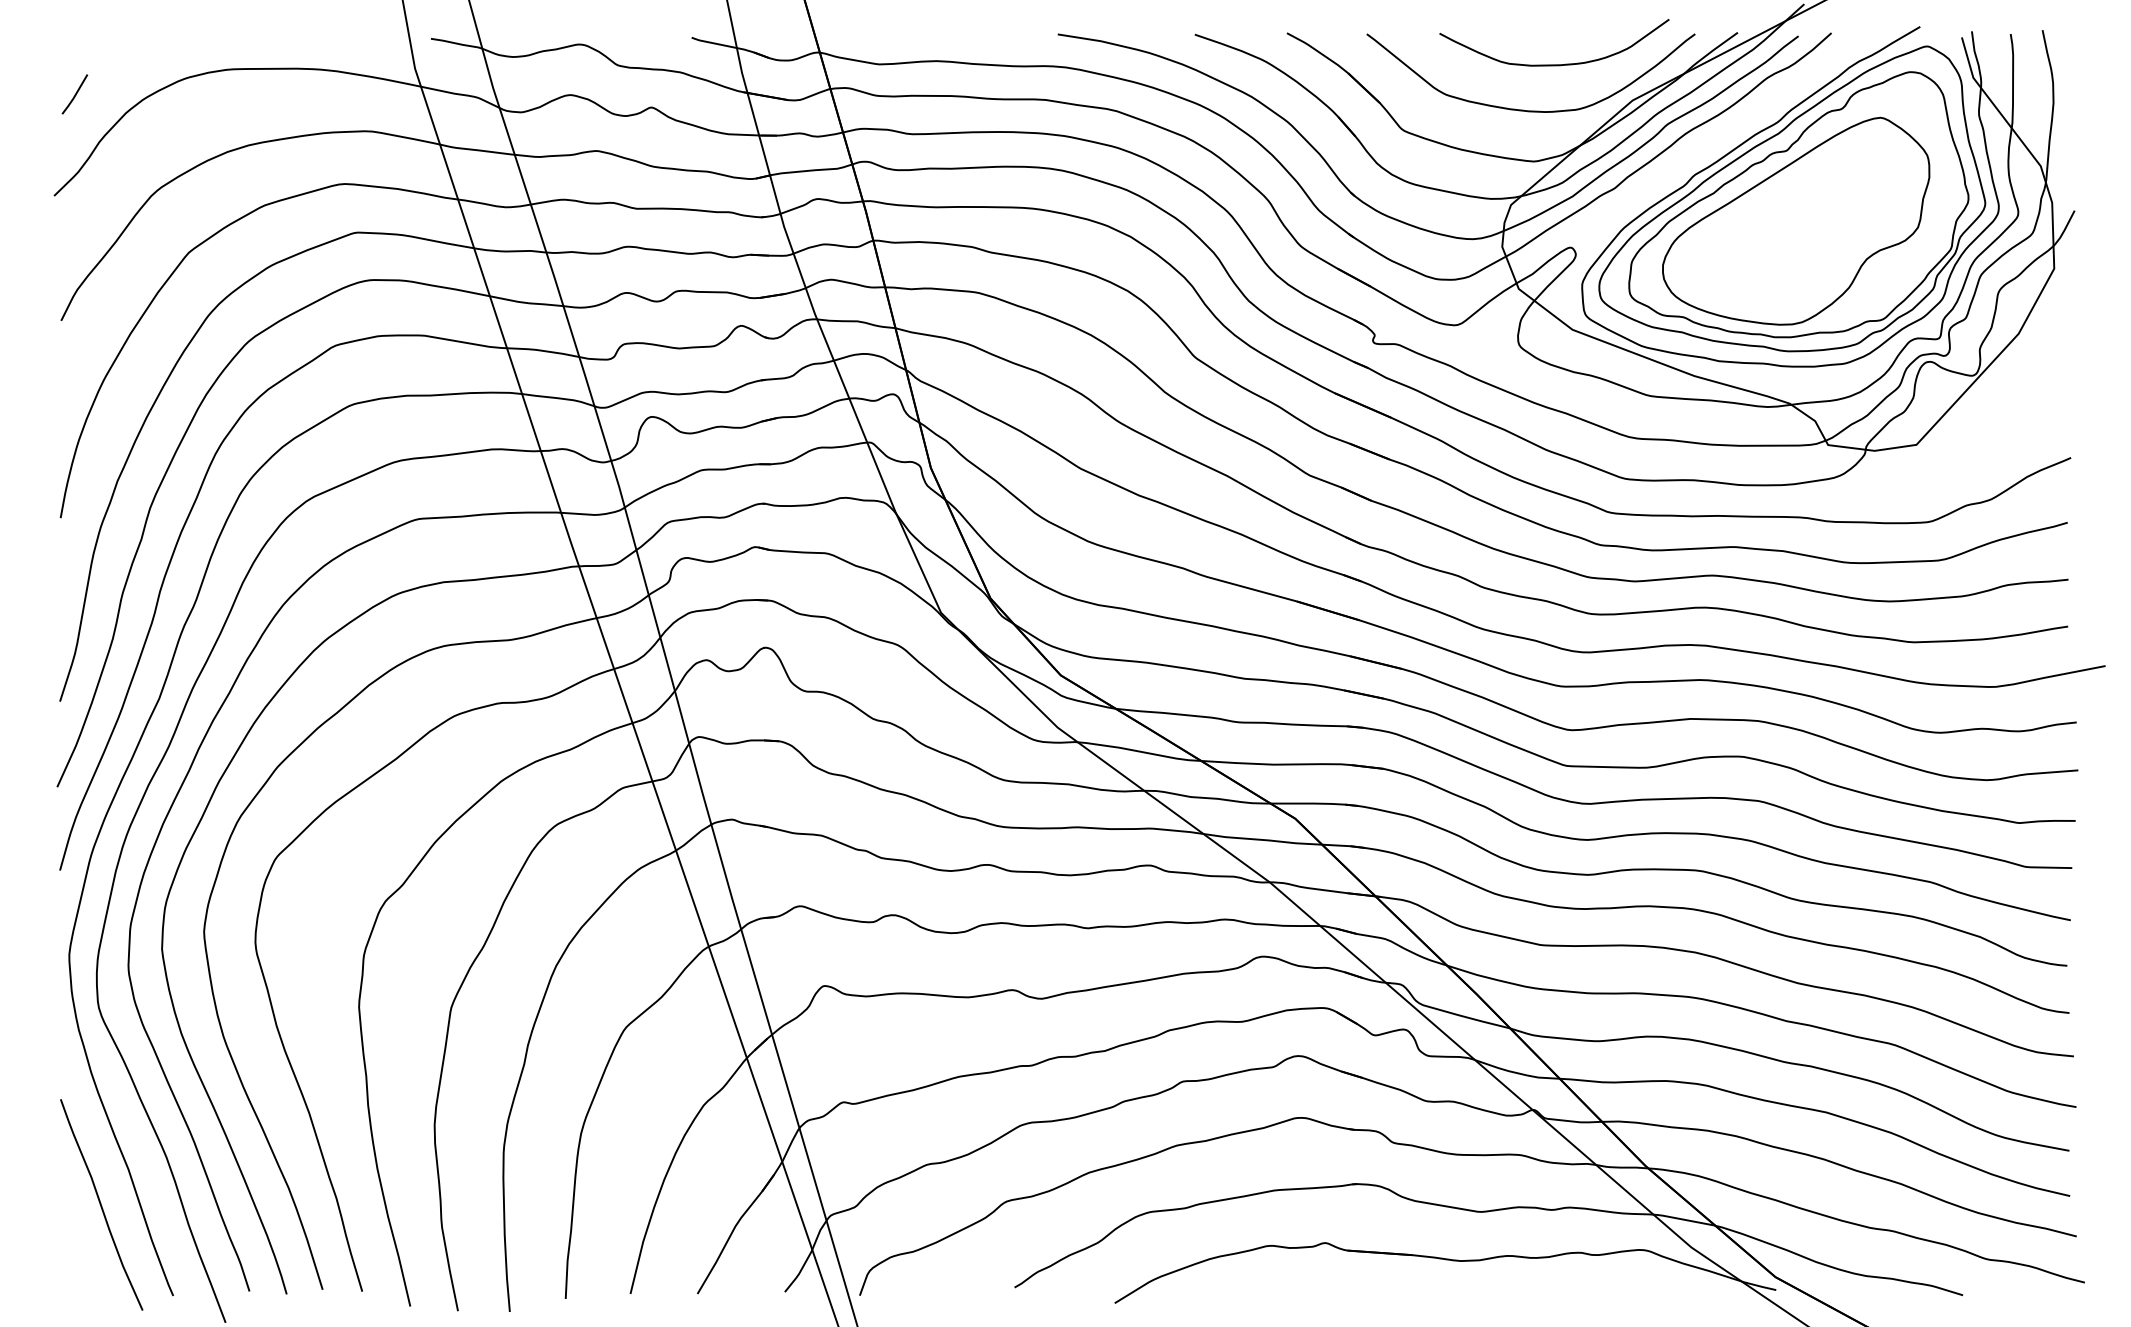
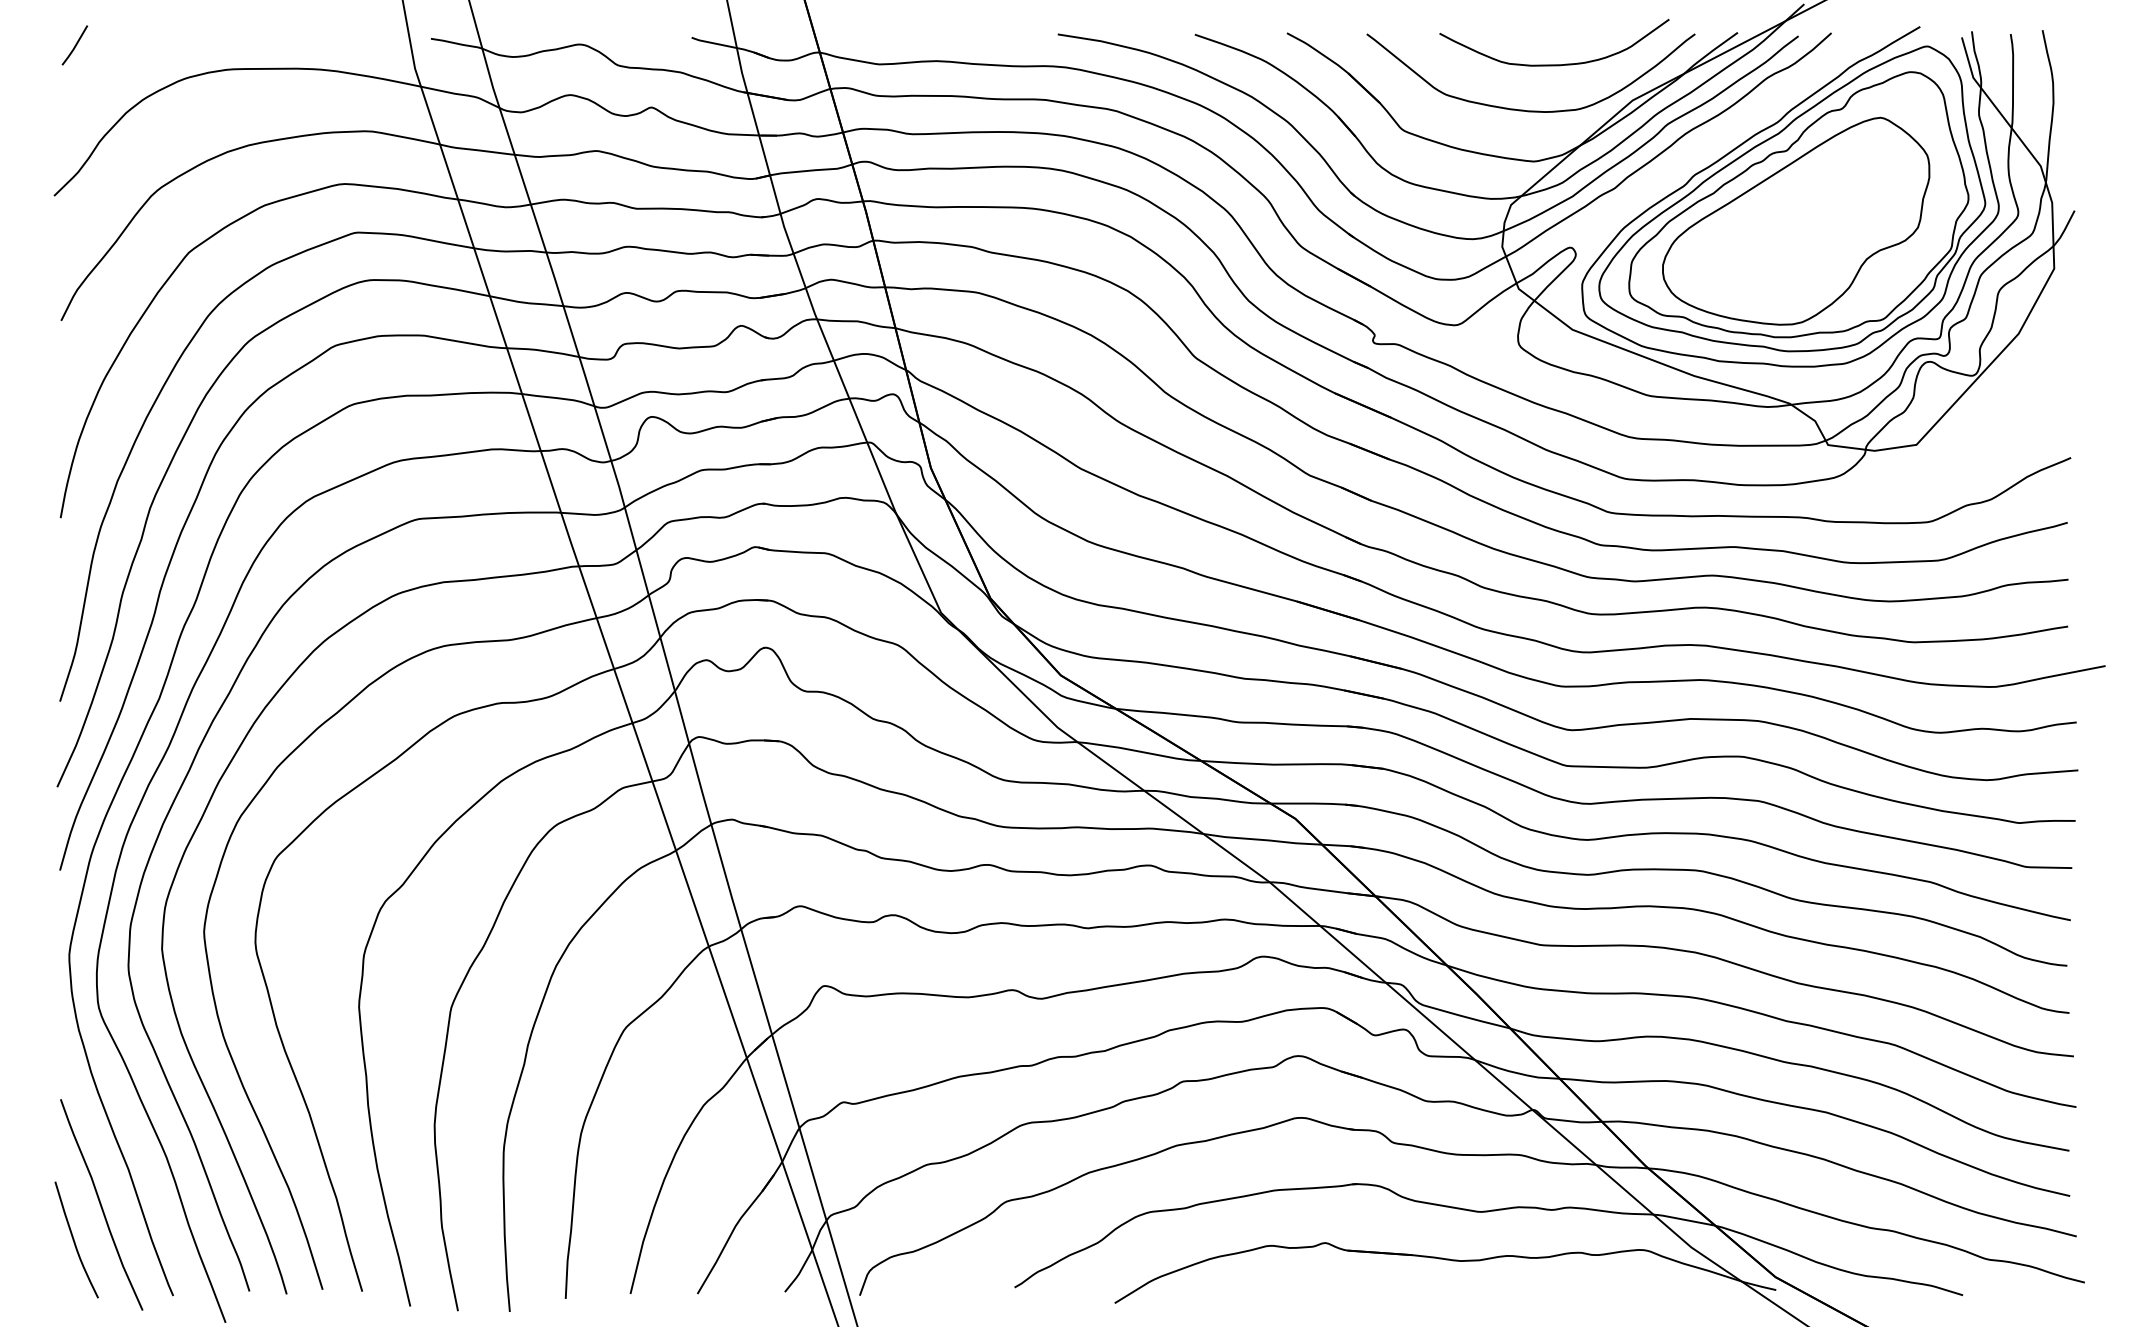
line at (74, 94) position: (74, 94) -> (74, 45)
curve at (74, 1239): none -> present
